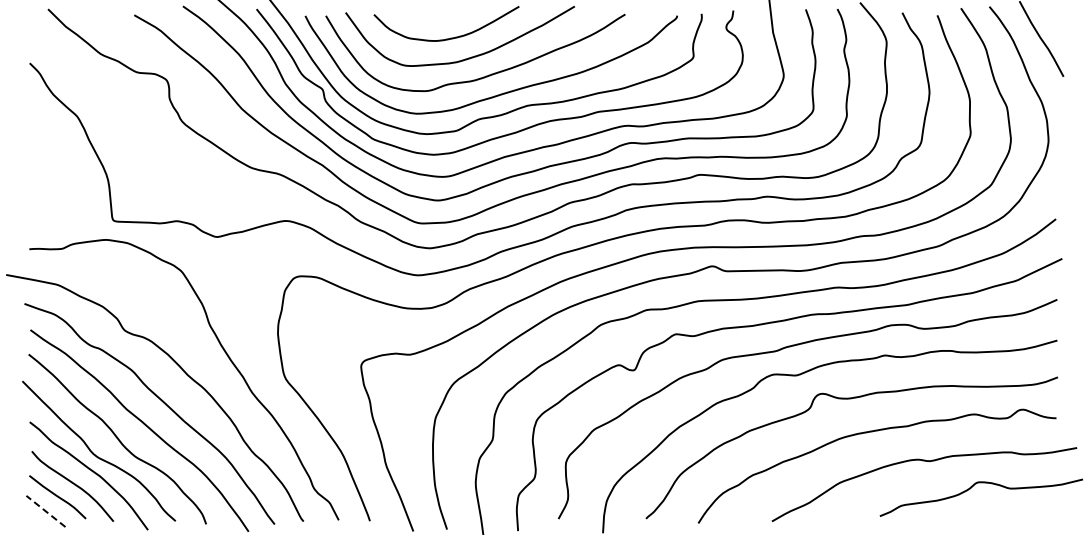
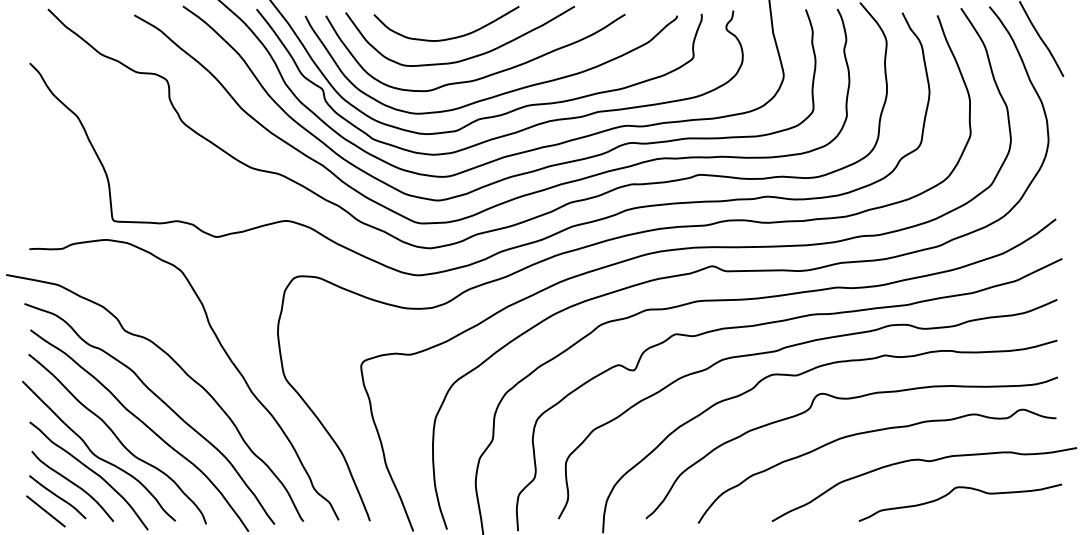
curve at (971, 488) position: (971, 488) -> (950, 493)
line at (45, 511): dashed -> solid
